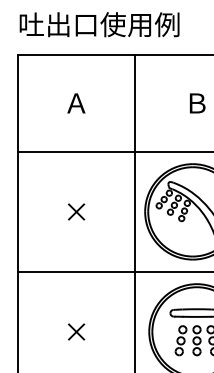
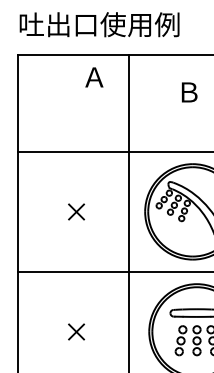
text at (76, 103) position: (76, 103) -> (94, 77)
text at (197, 103) position: (197, 103) -> (189, 92)
line at (135, 211) position: (135, 211) -> (129, 211)
